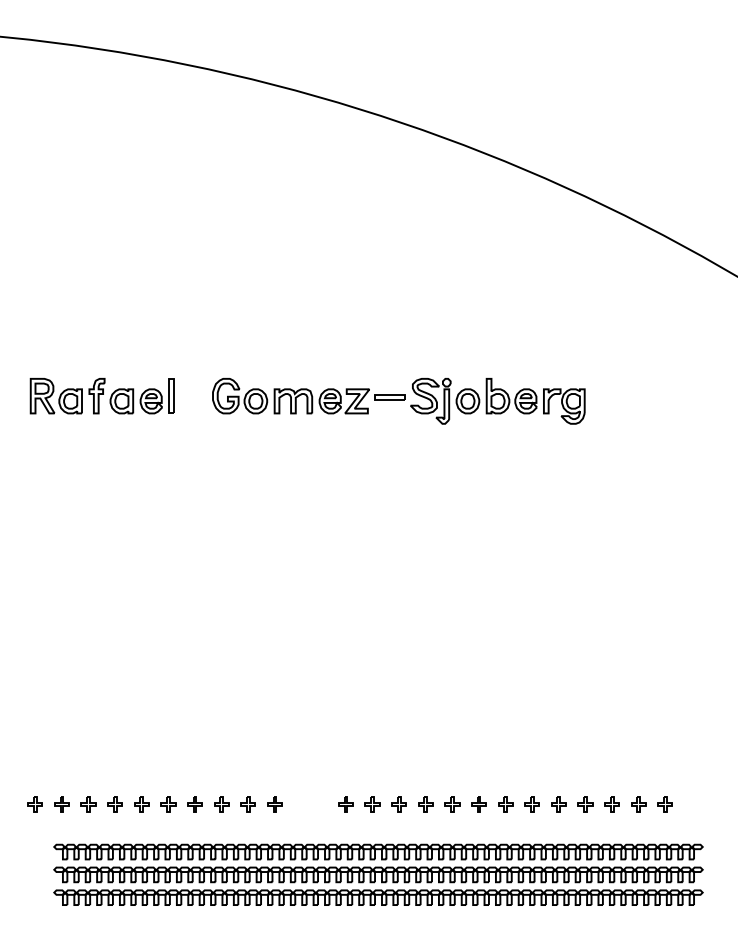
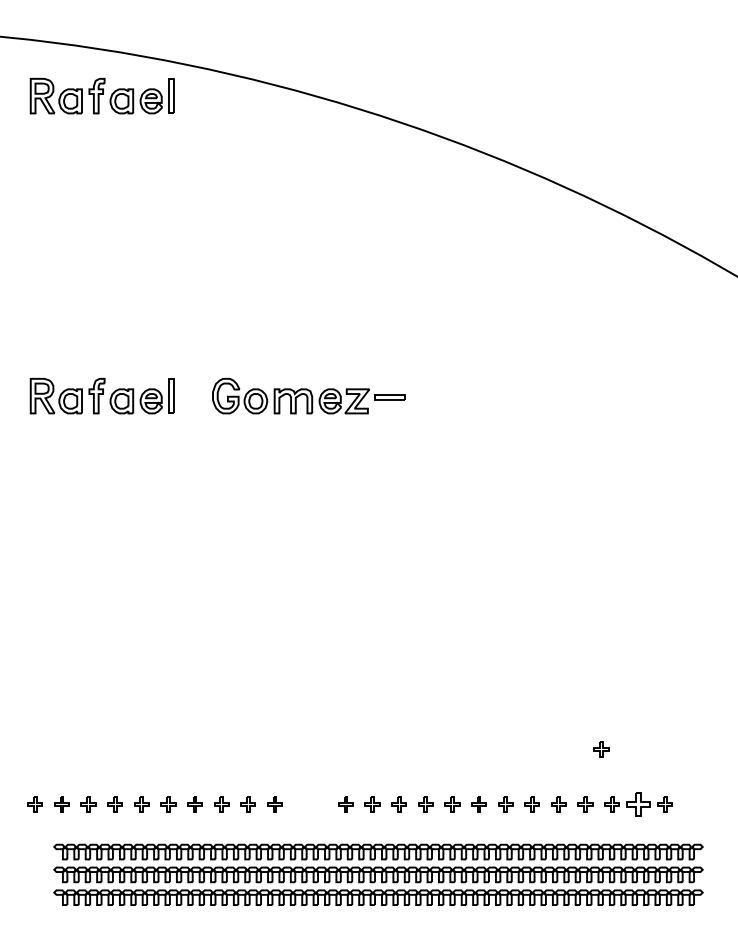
part at (101, 96): none -> present
part at (497, 401): present -> none
part at (601, 749): none -> present
part at (638, 804) size: 16x17 px -> 25x25 px
